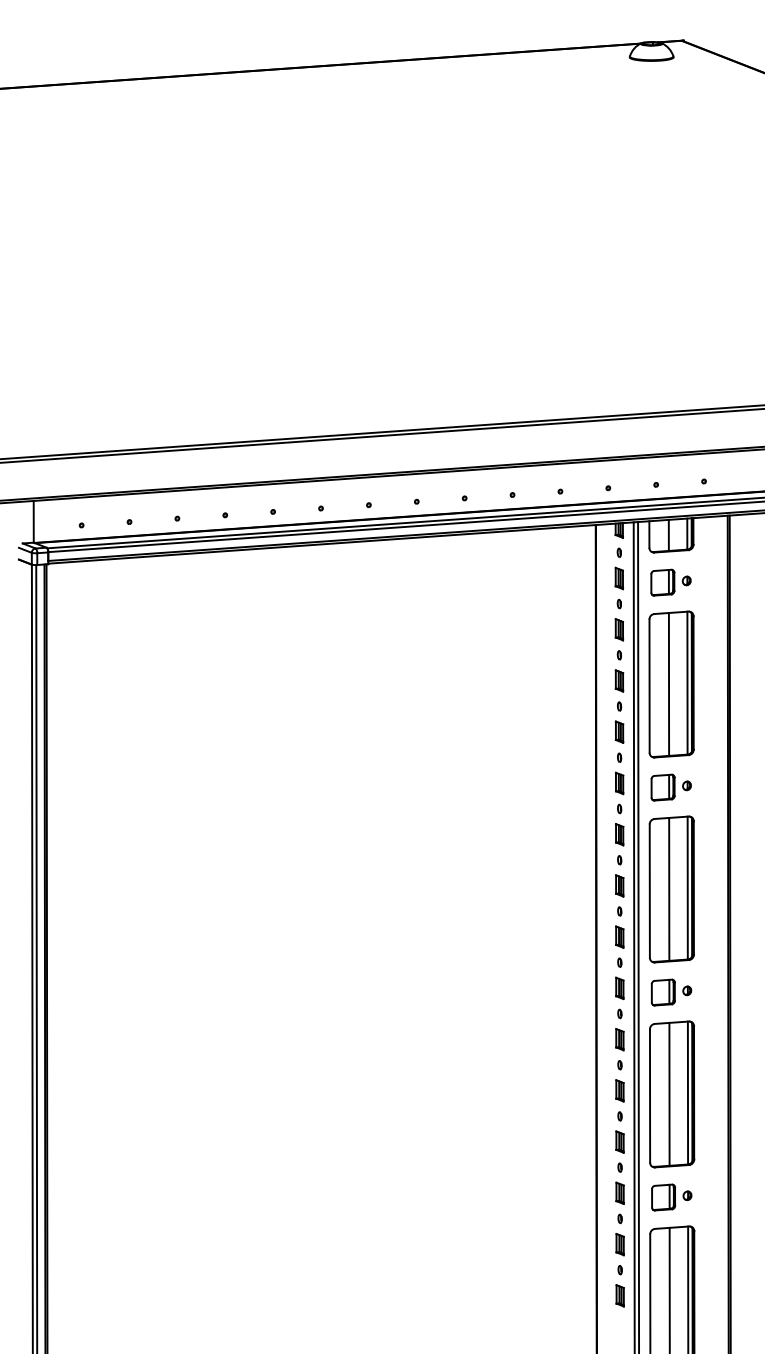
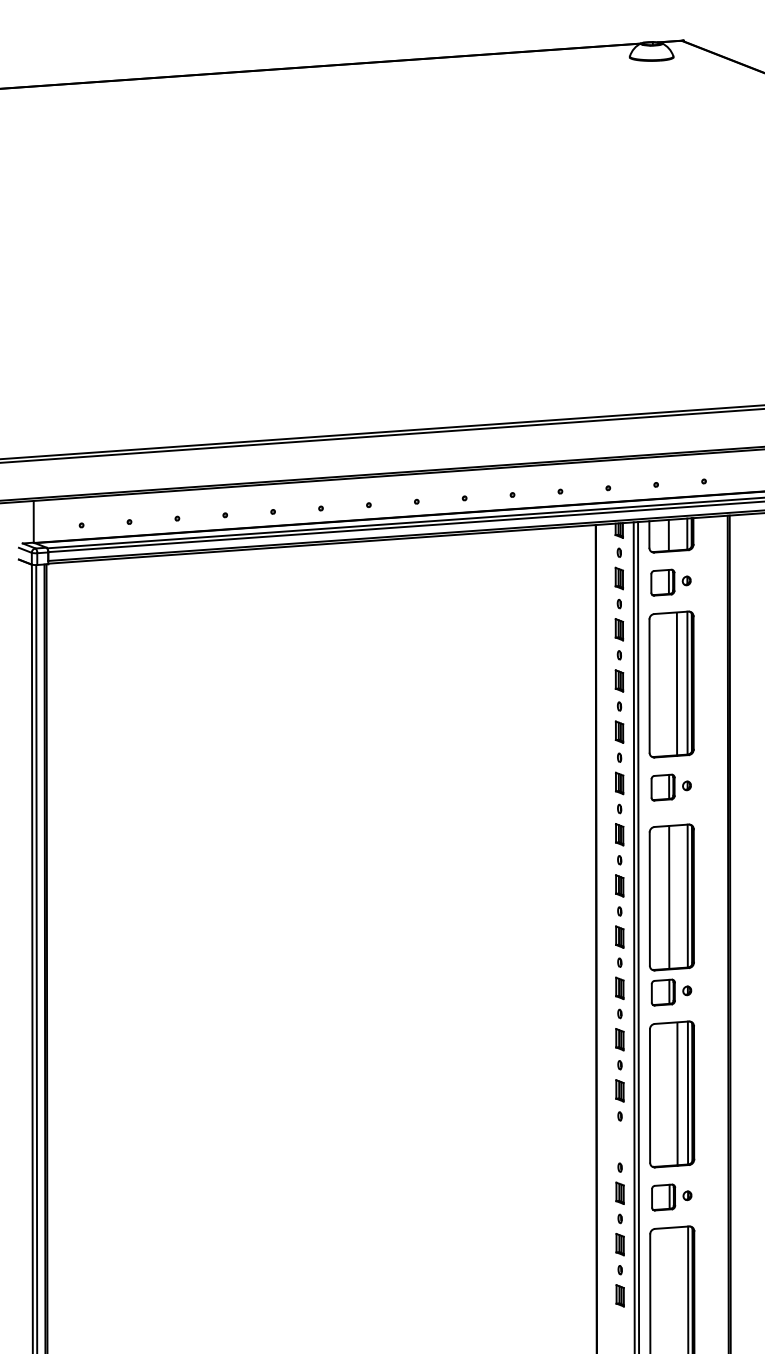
line at (668, 684) position: (668, 684) -> (676, 684)
part at (671, 889) position: (671, 889) -> (671, 897)
line at (669, 1093) position: (669, 1093) -> (677, 1093)
part at (619, 1141): present -> none
line at (669, 1288): present -> none
